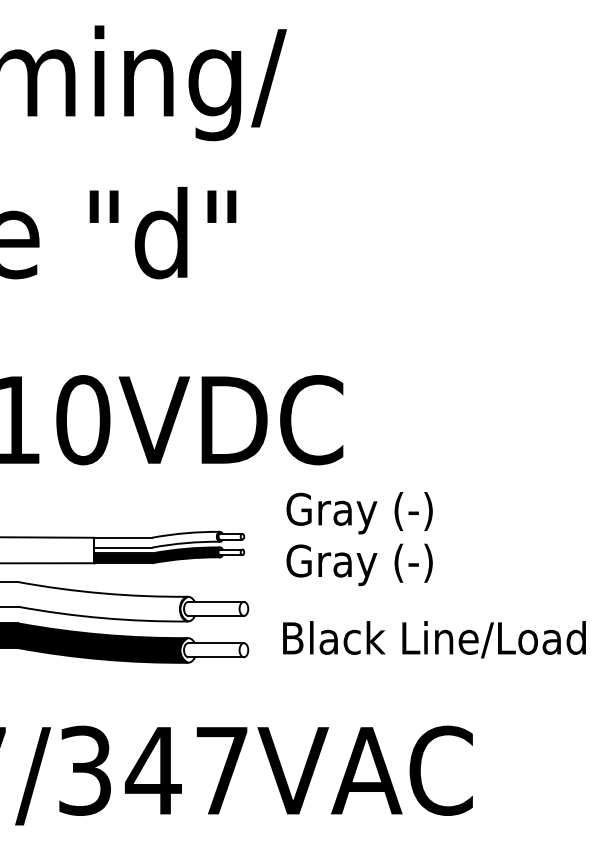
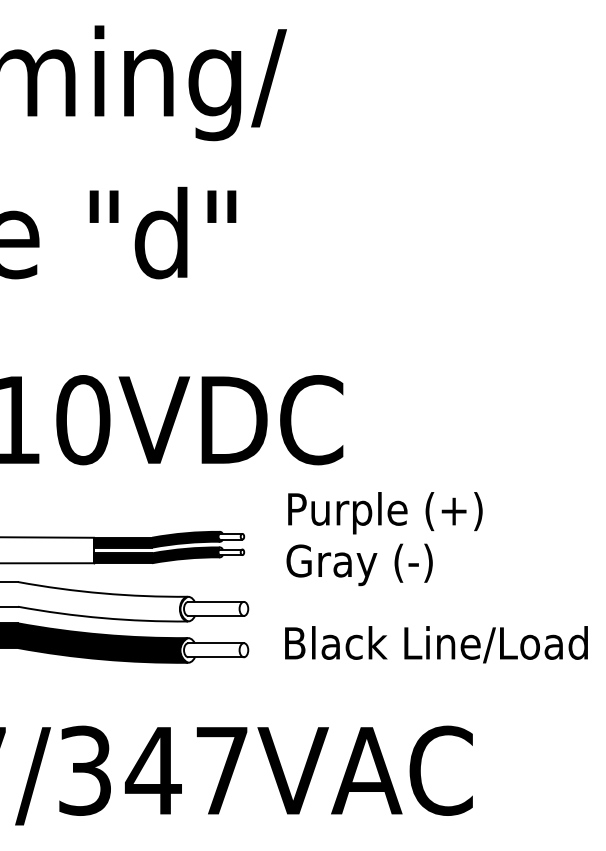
text at (384, 513): Gray (-) -> Purple (+)
fill at (157, 539): none -> present
text at (434, 639) position: (434, 639) -> (436, 644)
